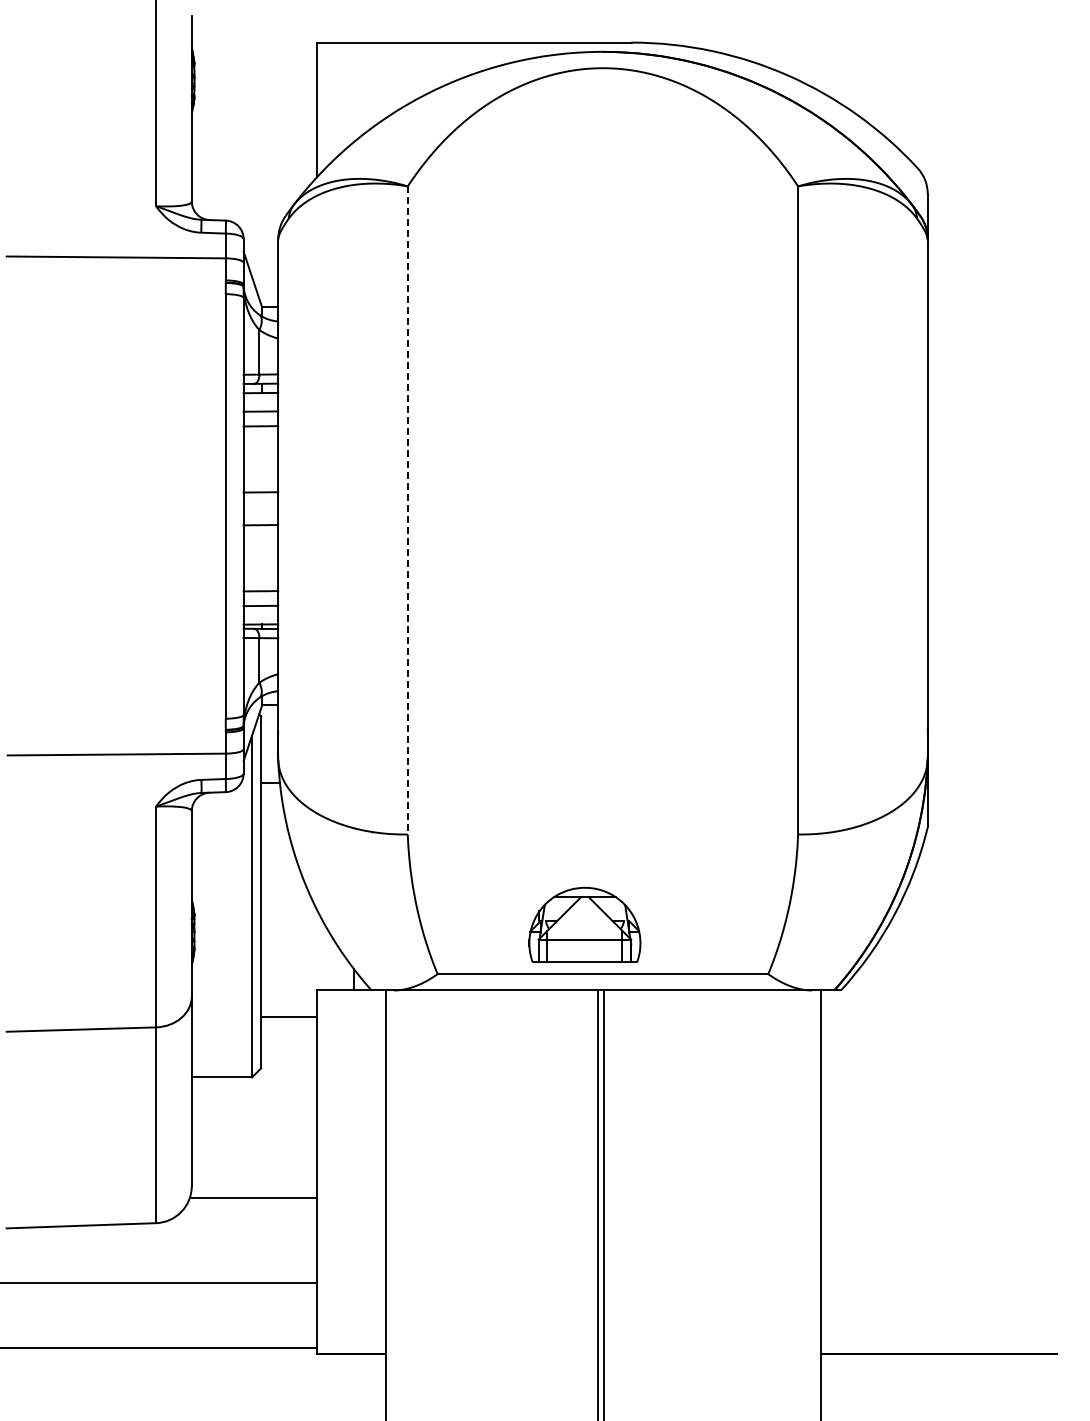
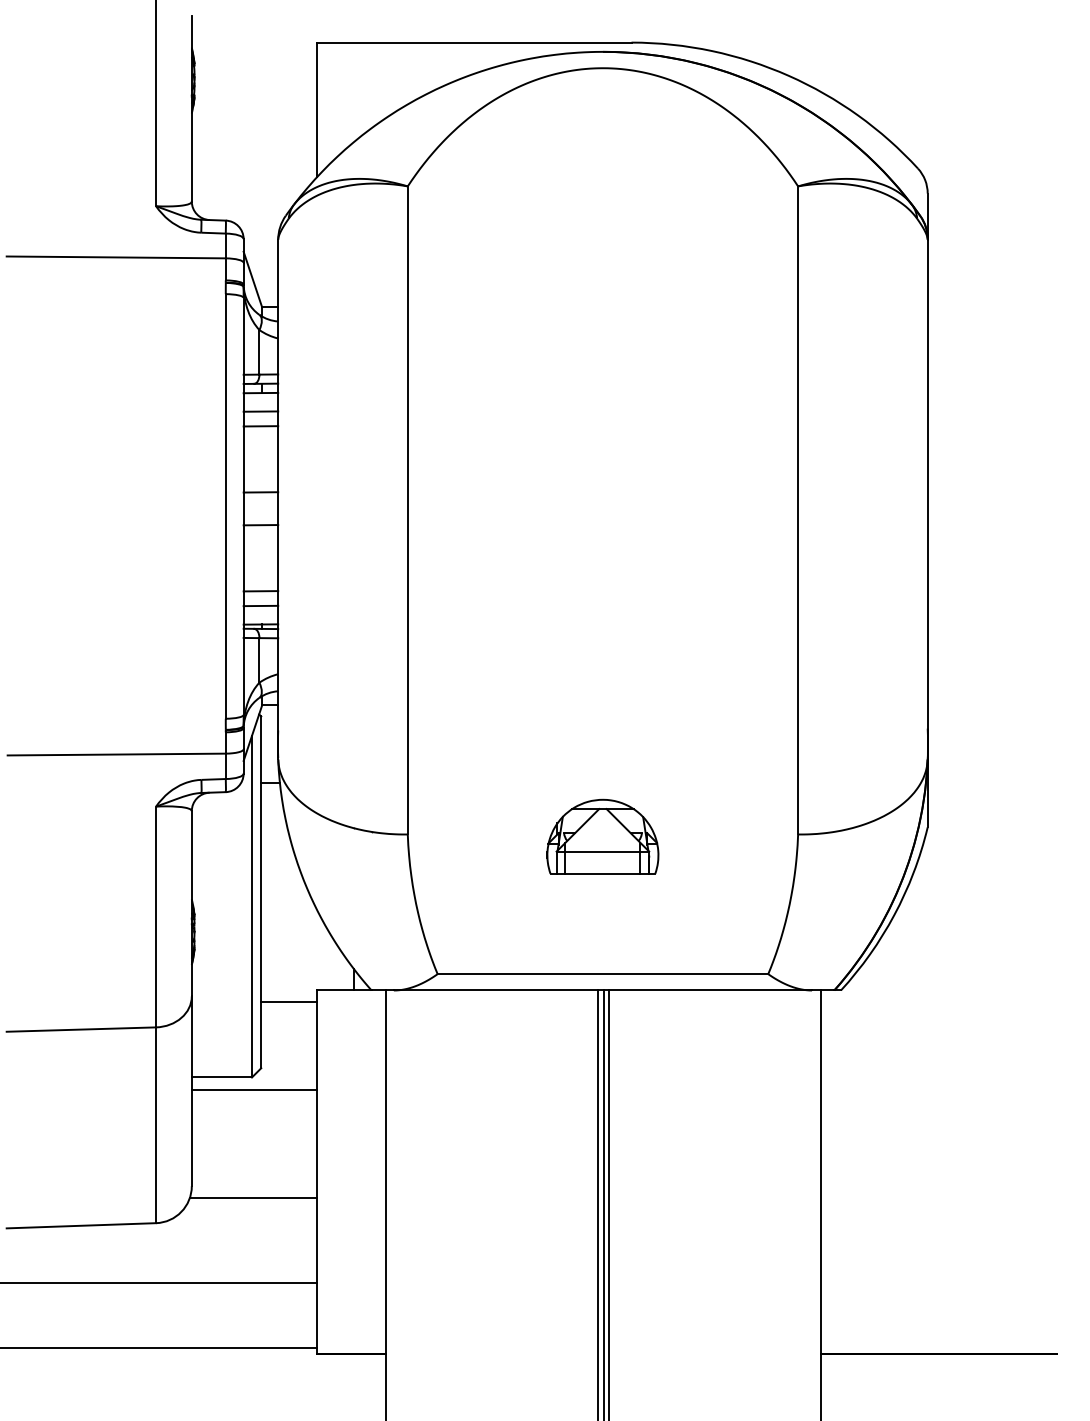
line at (407, 510): dashed -> solid
part at (584, 924) position: (584, 924) -> (602, 836)
line at (288, 1017) position: (288, 1017) -> (288, 1002)
line at (253, 1090): none -> present
line at (609, 1203): none -> present
